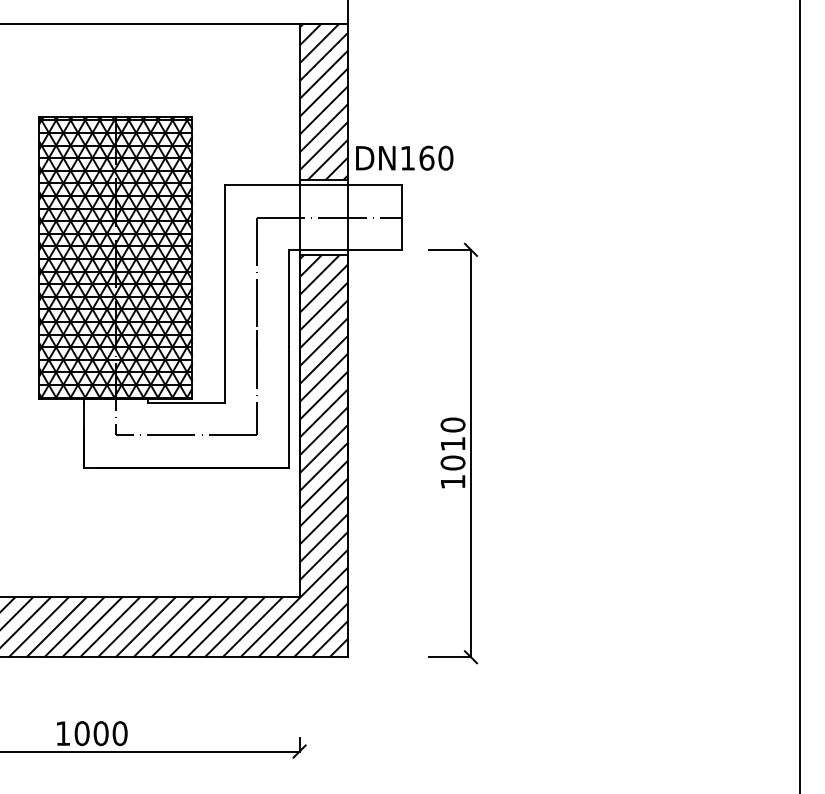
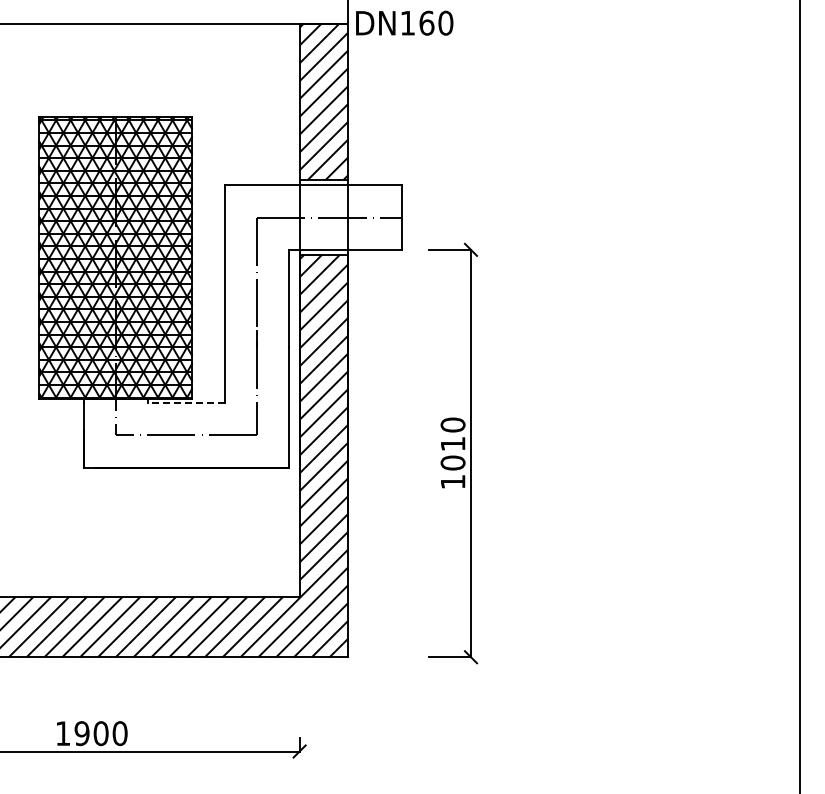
text at (404, 157) position: (404, 157) -> (404, 22)
line at (185, 403): solid -> dashed
text at (81, 733): 1000 -> 1900
